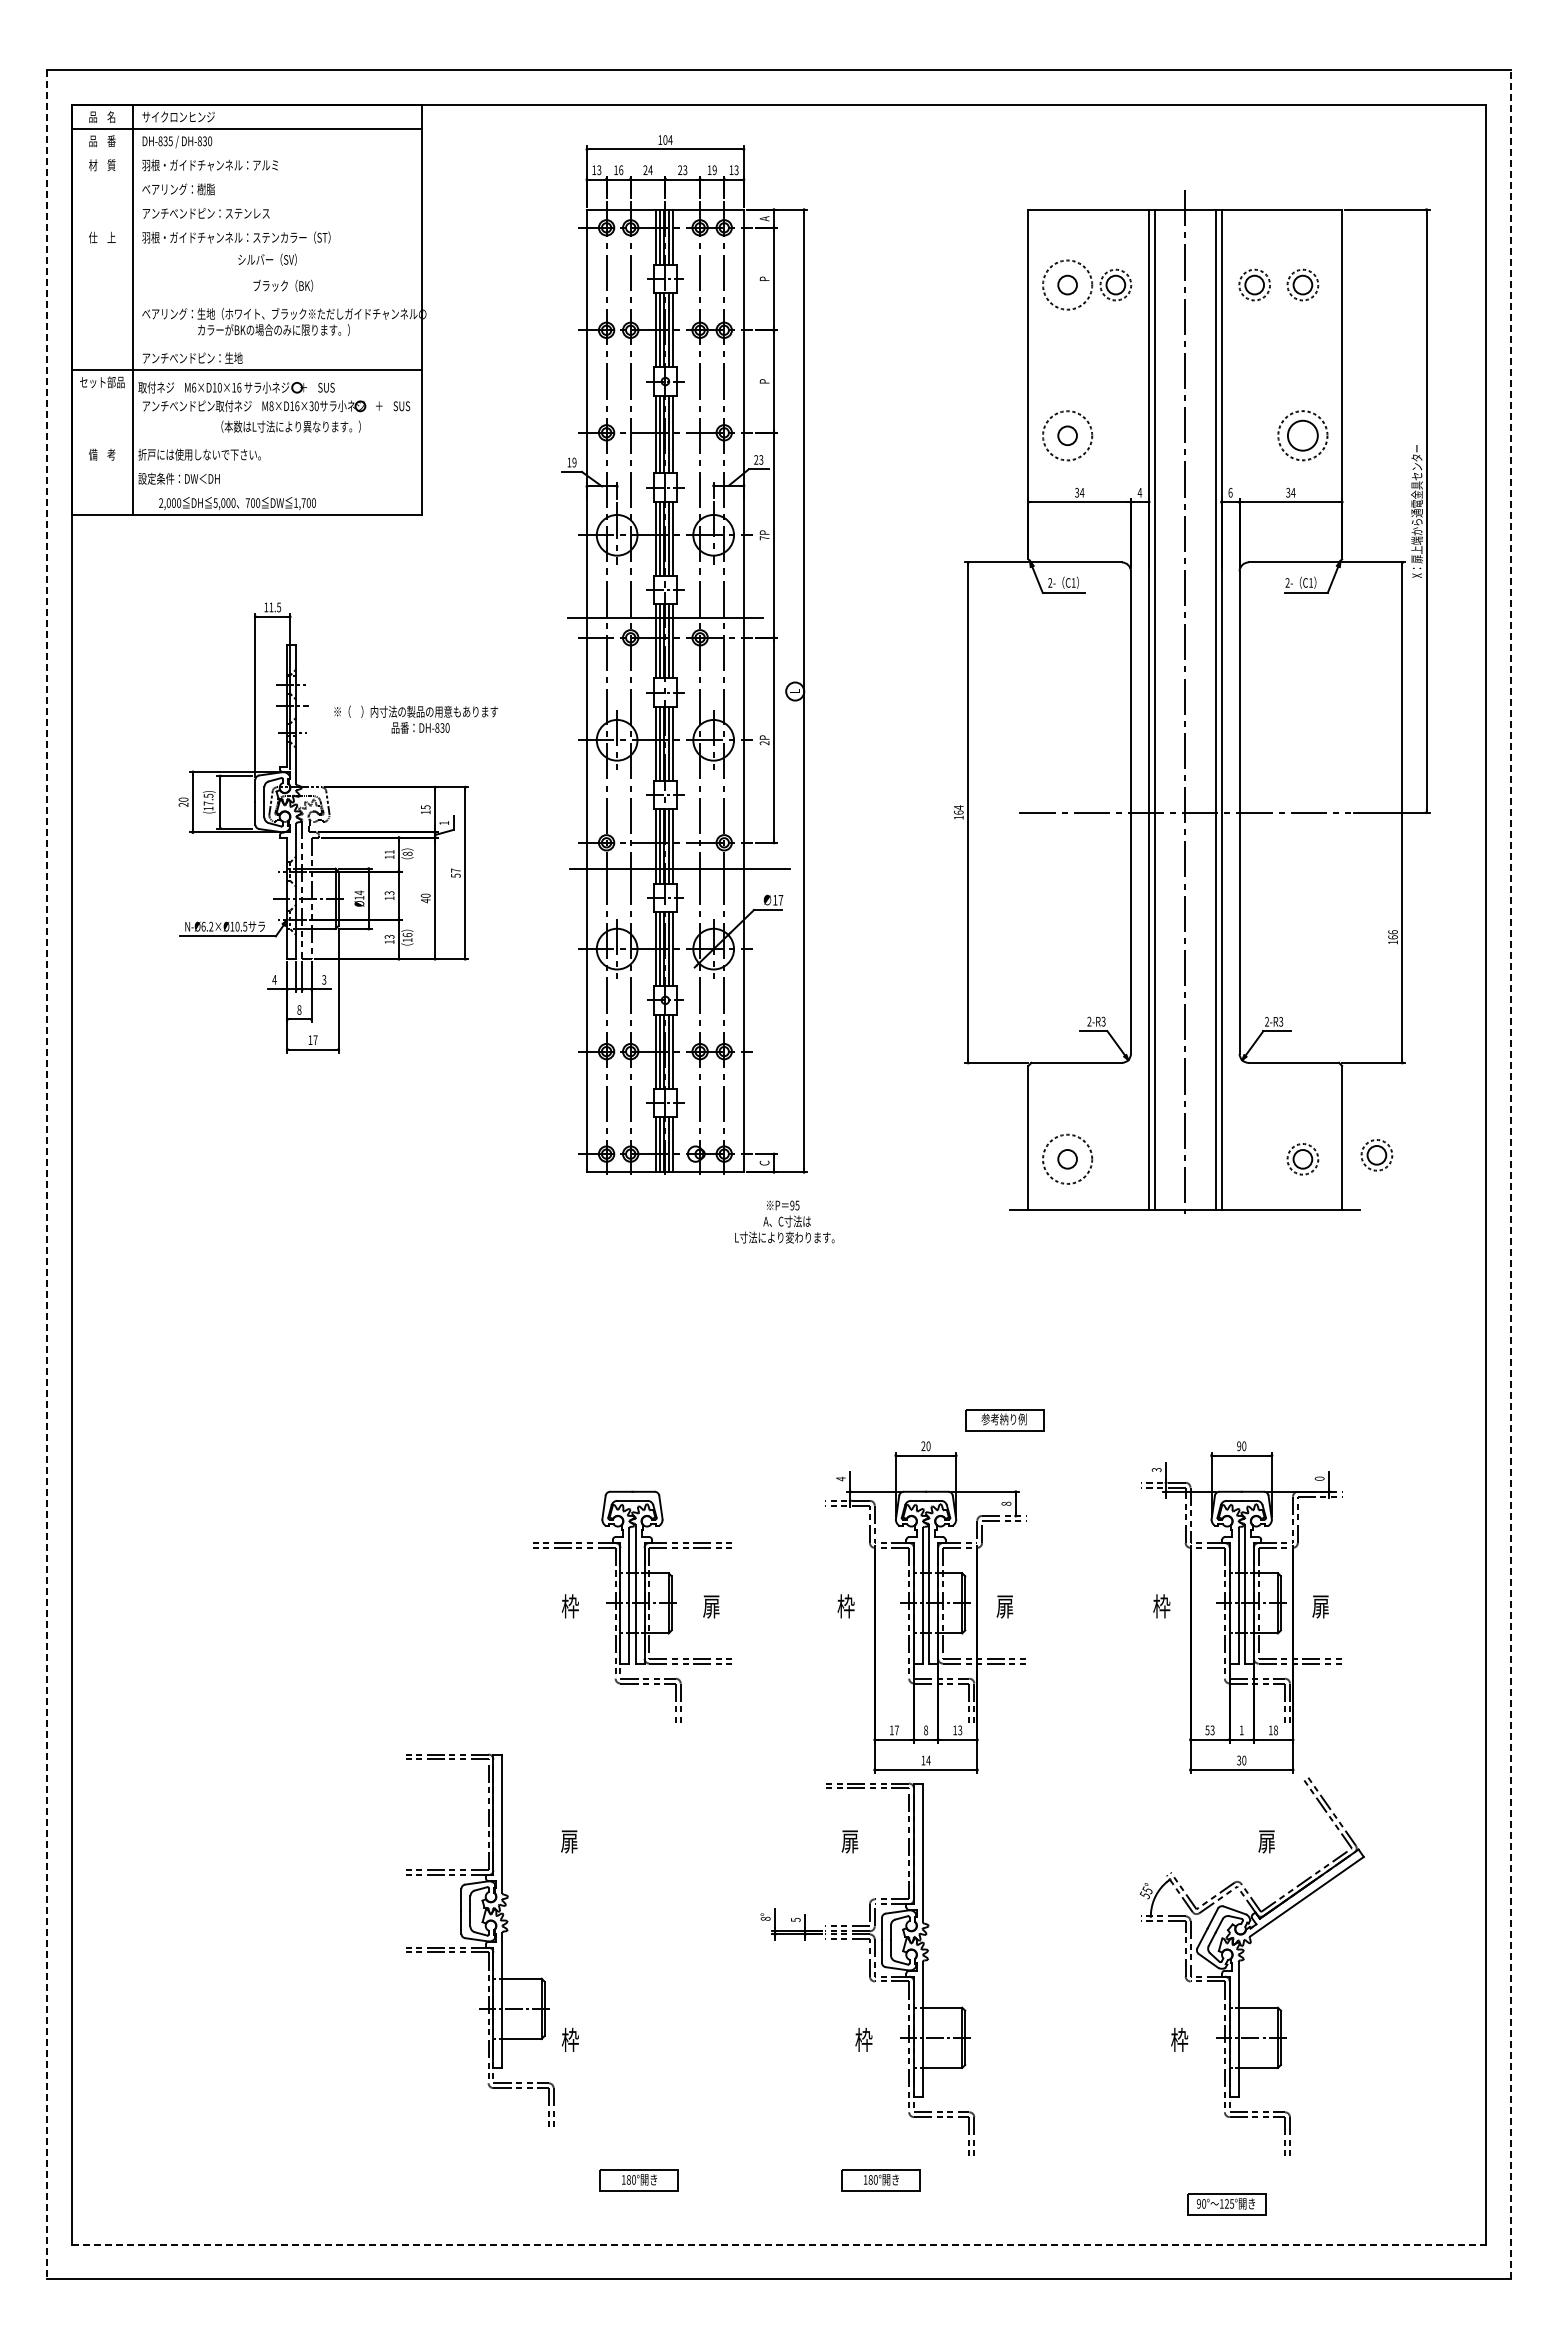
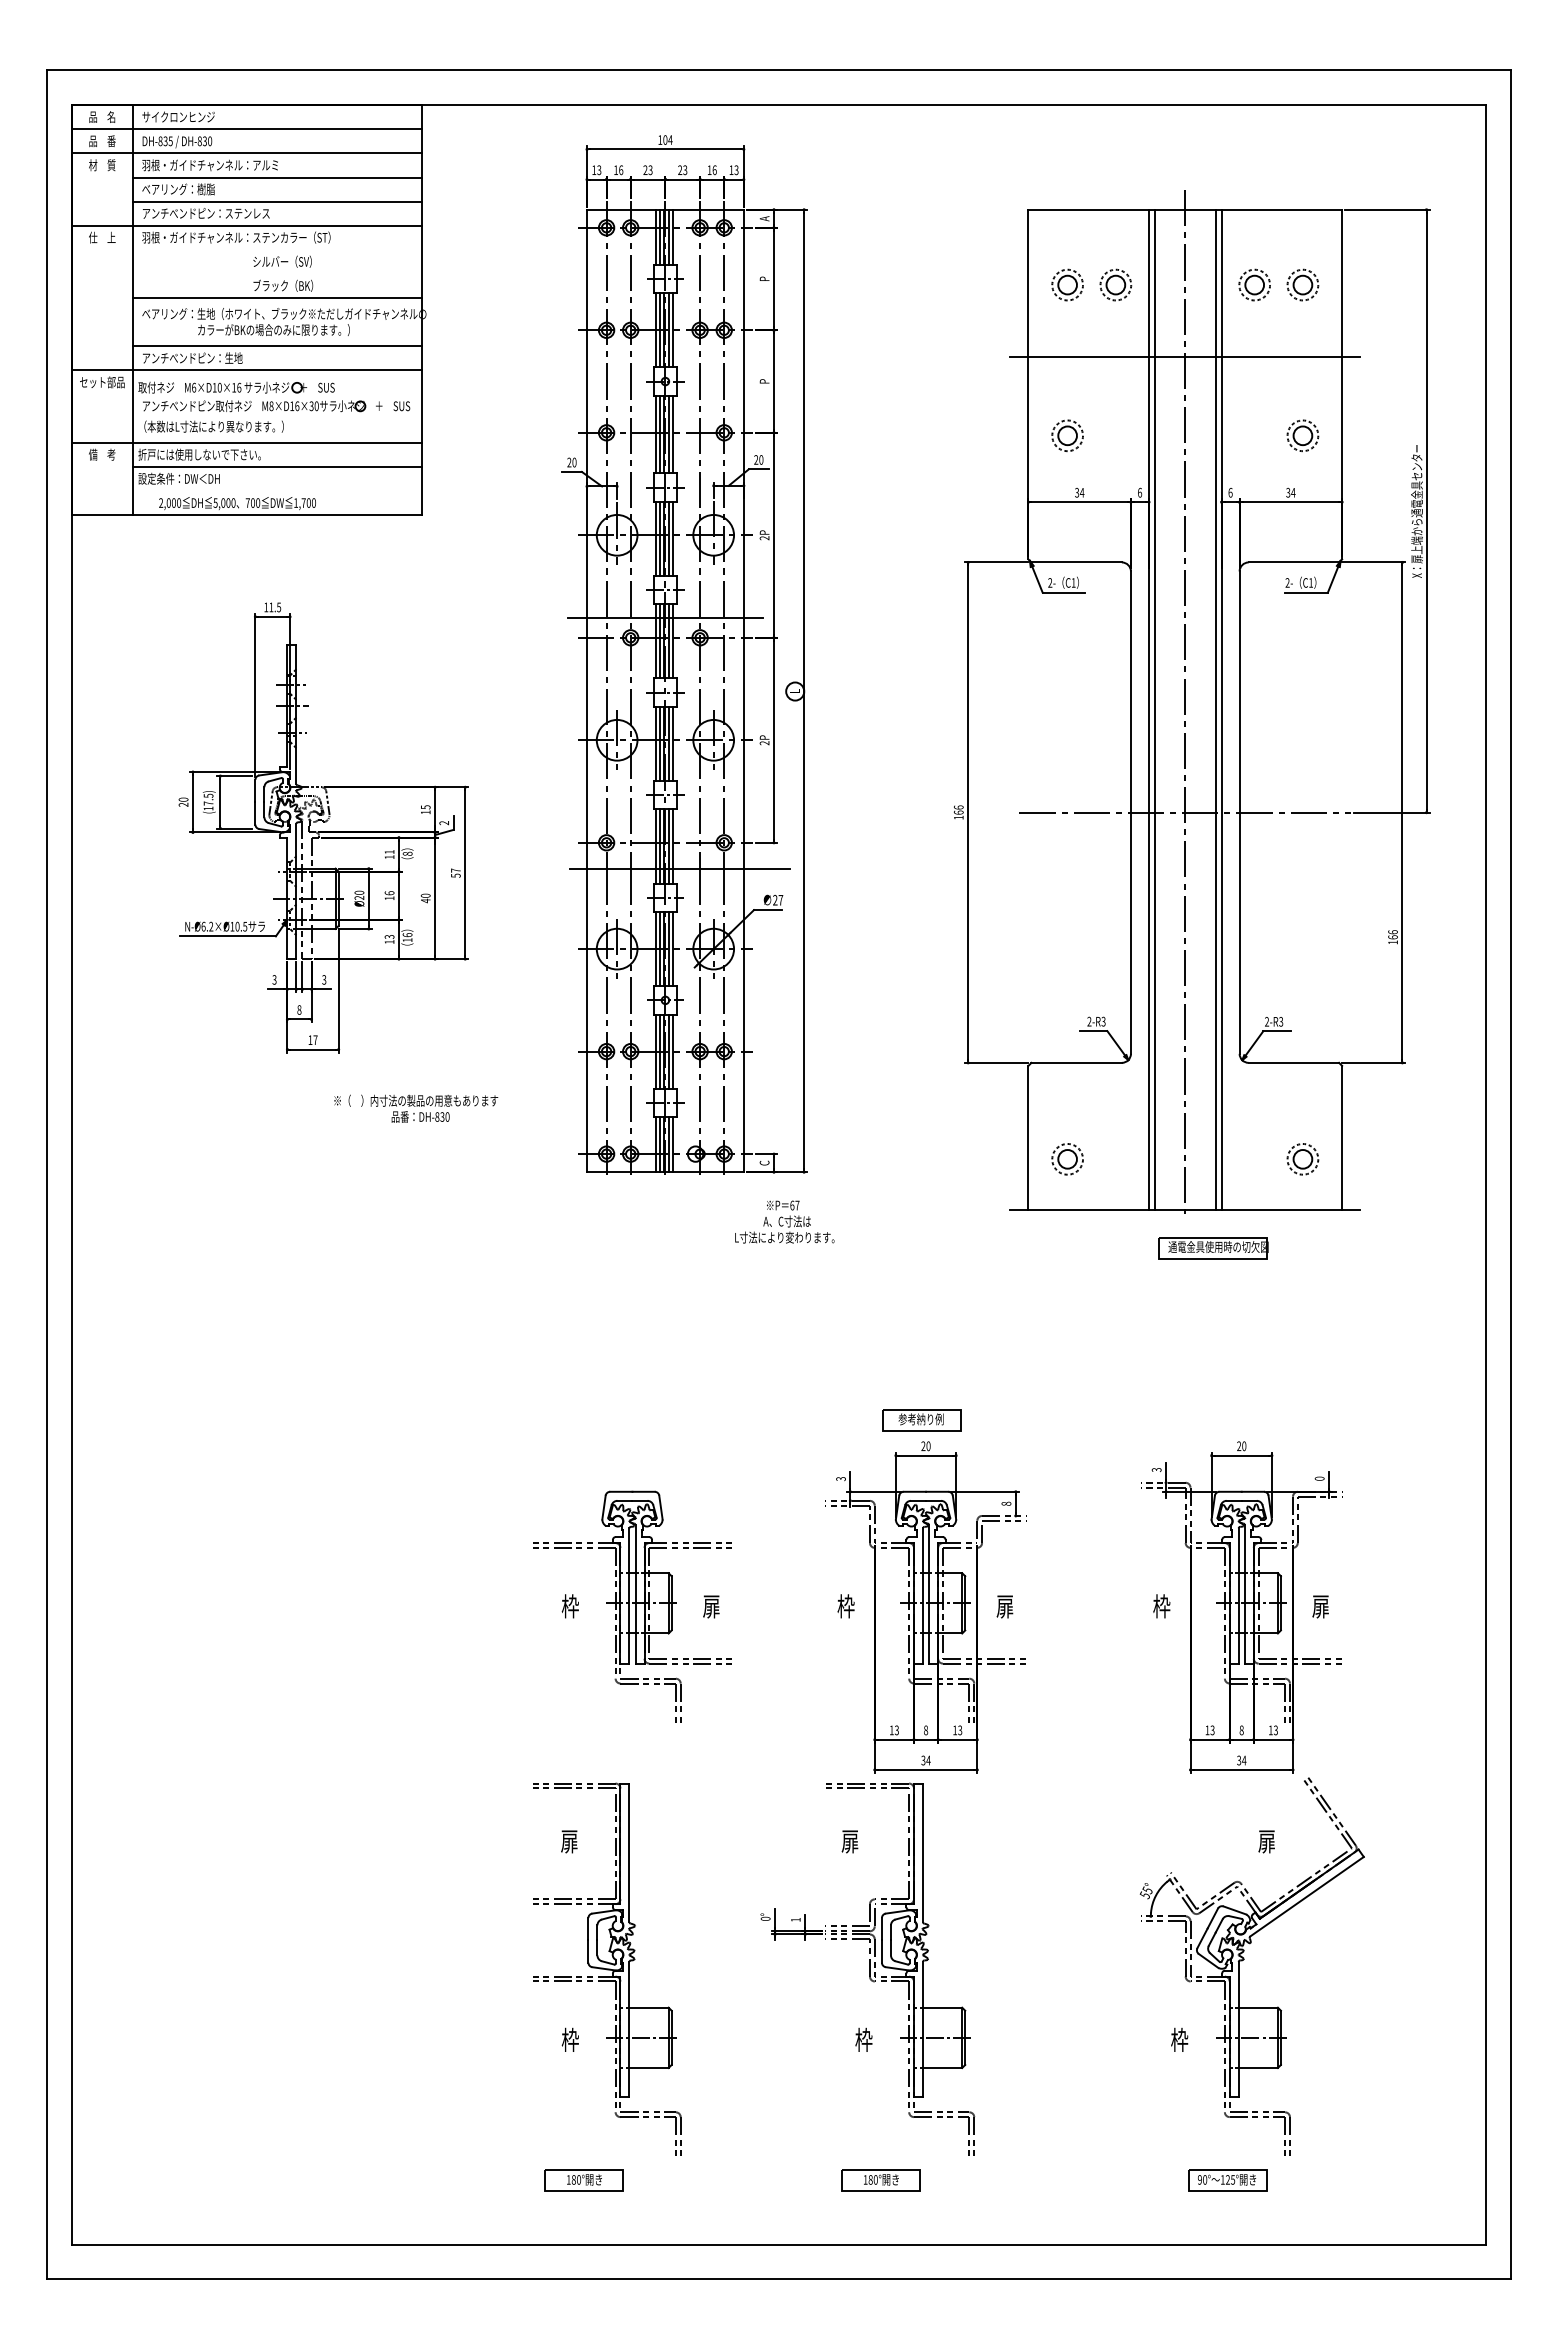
line at (247, 153): none -> present
text at (650, 170): 24 -> 23
text at (714, 170): 19 -> 16
line at (277, 177): none -> present
line at (277, 201): none -> present
line at (247, 225): none -> present
text at (267, 259) position: (267, 259) -> (282, 261)
circle at (1067, 284) diameter: 49 px -> 31 px
line at (277, 298): none -> present
line at (277, 346): none -> present
line at (1185, 357): none -> present
text at (290, 426) position: (290, 426) -> (213, 426)
circle at (1067, 435) diameter: 49 px -> 31 px
part at (1302, 435) size: 52x52 px -> 34x34 px
line at (247, 442): none -> present
text at (761, 459): 23 -> 20
text at (571, 462): 19 -> 20
line at (277, 466): none -> present
text at (1139, 492): 4 -> 6
text at (764, 538): 7P -> 2P
text at (416, 719) position: (416, 719) -> (416, 1108)
text at (958, 807): 164 -> 166
text at (443, 823): 1 -> 2
text at (389, 893): 13 -> 16
text at (359, 894): Ø14 -> Ø20
text at (775, 899): 17 -> 27
text at (274, 979): 4 -> 3
part at (1376, 1155): present -> none
circle at (1067, 1158) diameter: 49 px -> 31 px
line at (46, 1174): dashed -> solid
line at (1511, 1174): dashed -> solid
text at (794, 1205): 95 -> 67
part at (1213, 1248): none -> present
part at (1004, 1420) position: (1004, 1420) -> (921, 1420)
text at (1239, 1446): 90 -> 20
text at (840, 1478): 4 -> 3
text at (896, 1730): 17 -> 13
text at (1207, 1730): 53 -> 13
text at (1241, 1730): 1 -> 8
text at (1275, 1730): 18 -> 13
text at (923, 1760): 14 -> 34
text at (1244, 1760): 30 -> 34
text at (765, 1918): 8° -> 0°
text at (795, 1919): 5 -> 1
part at (480, 1939) position: (480, 1939) -> (607, 1968)
part at (638, 2180) position: (638, 2180) -> (583, 2180)
part at (1226, 2204) position: (1226, 2204) -> (1227, 2180)
line at (779, 2244): dashed -> solid
